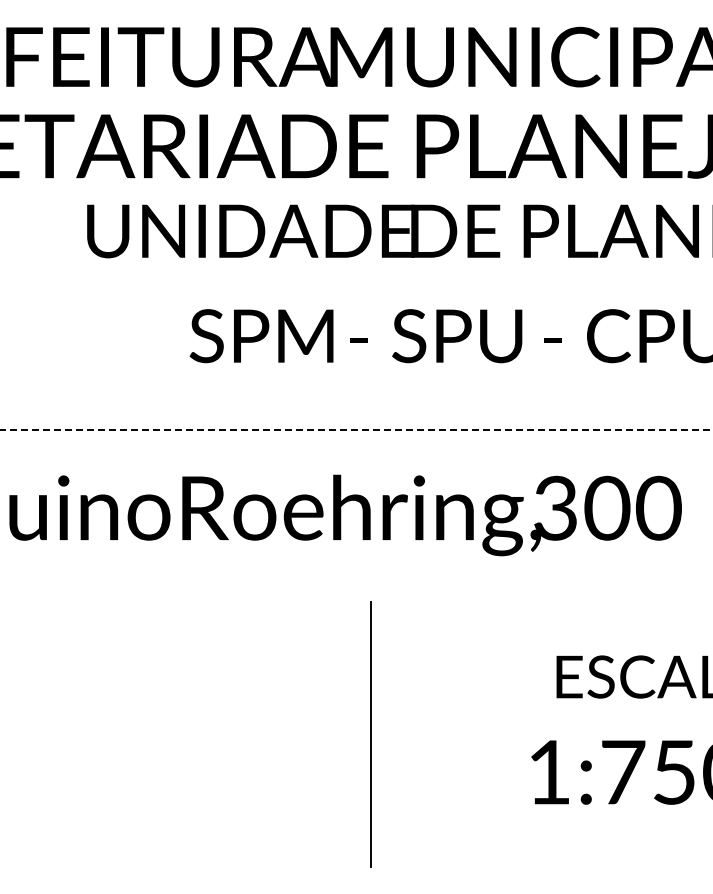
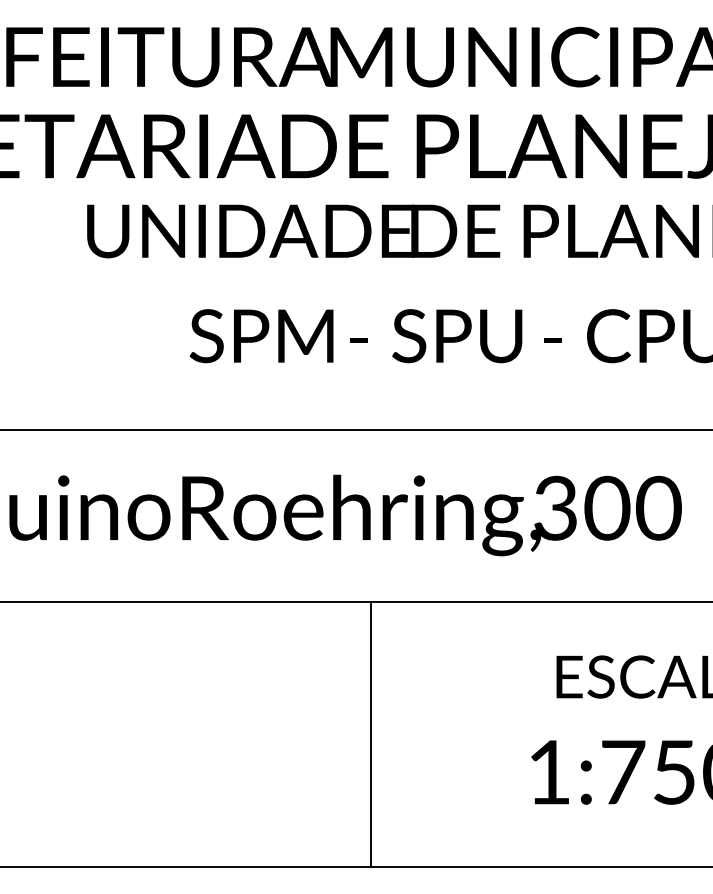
line at (356, 429): dashed -> solid
line at (355, 602): none -> present
line at (355, 867): none -> present
